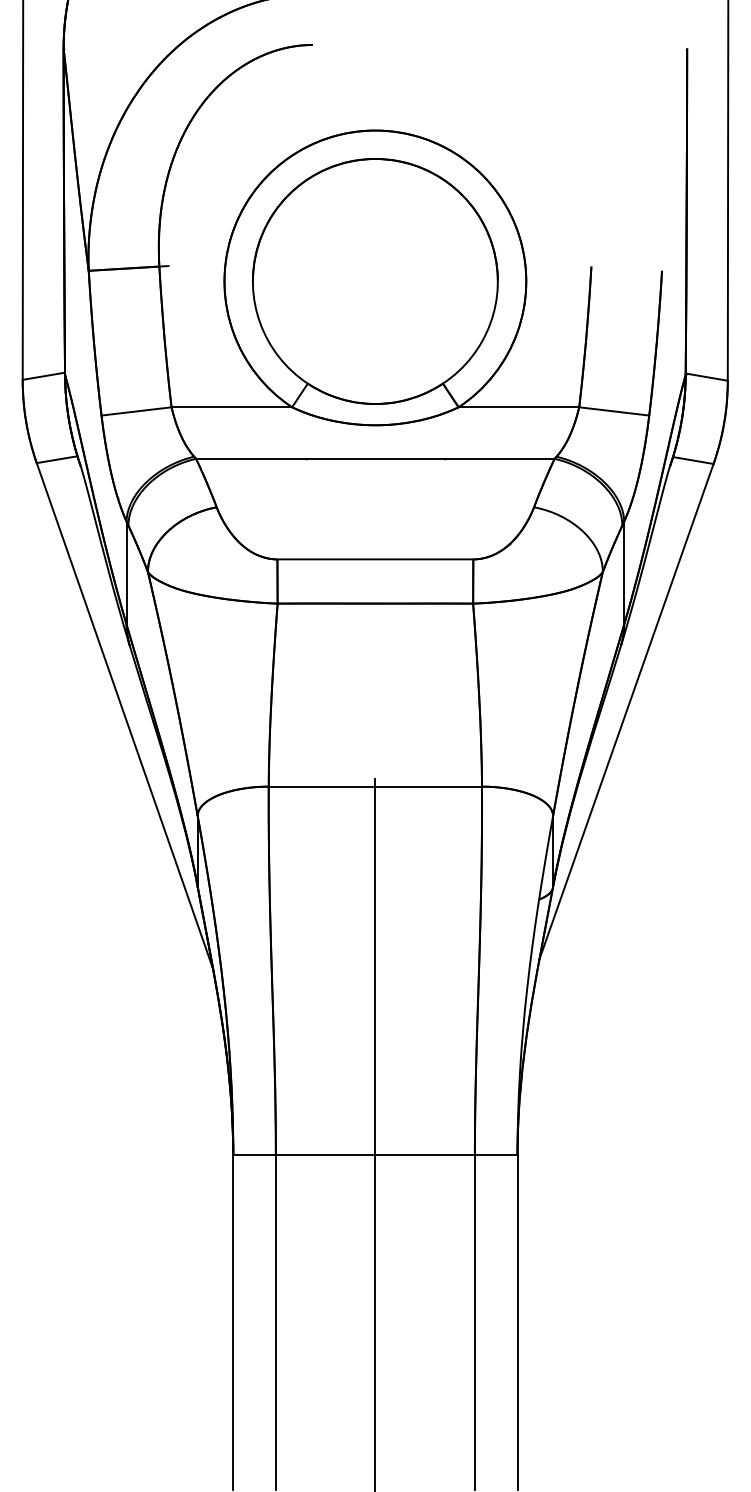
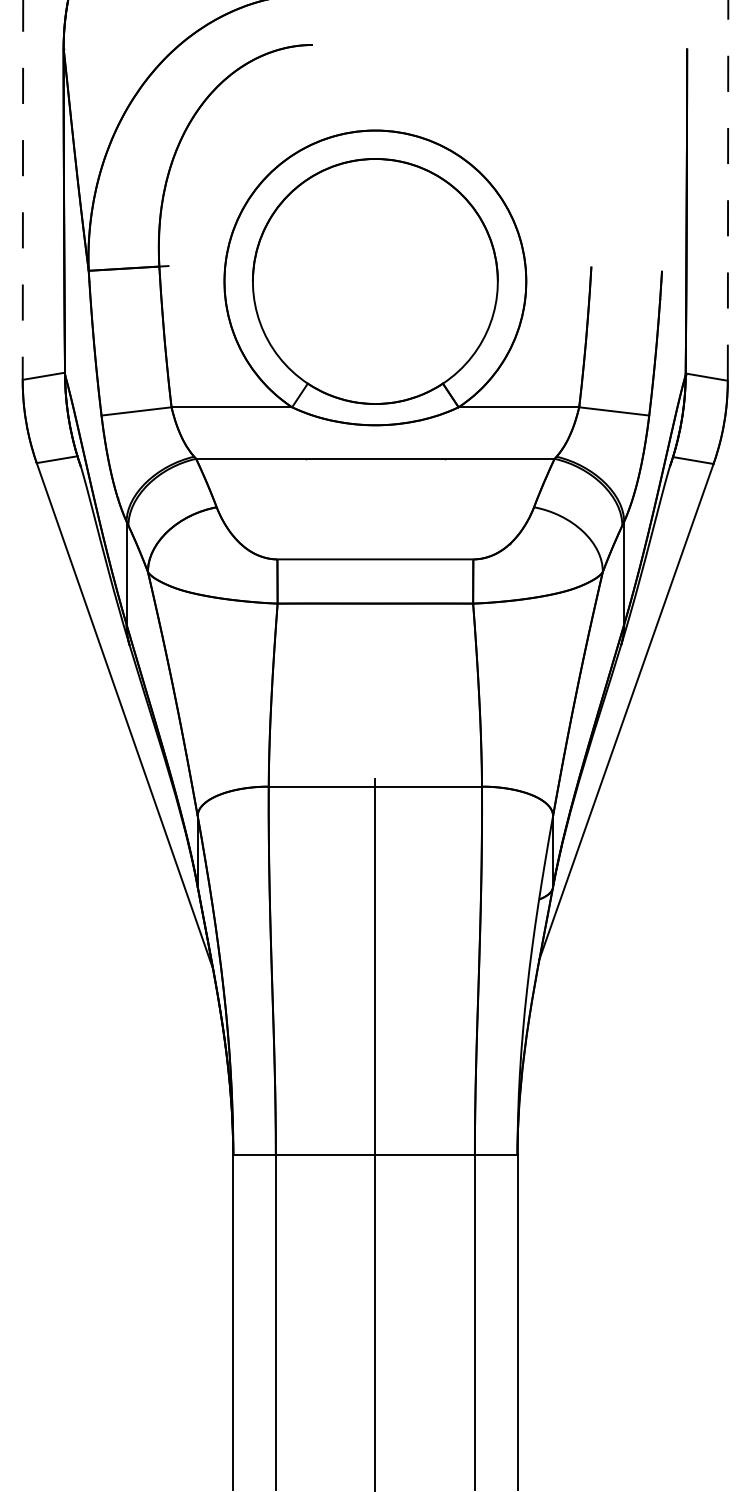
line at (22, 190): solid -> dashed
line at (728, 190): solid -> dashed
